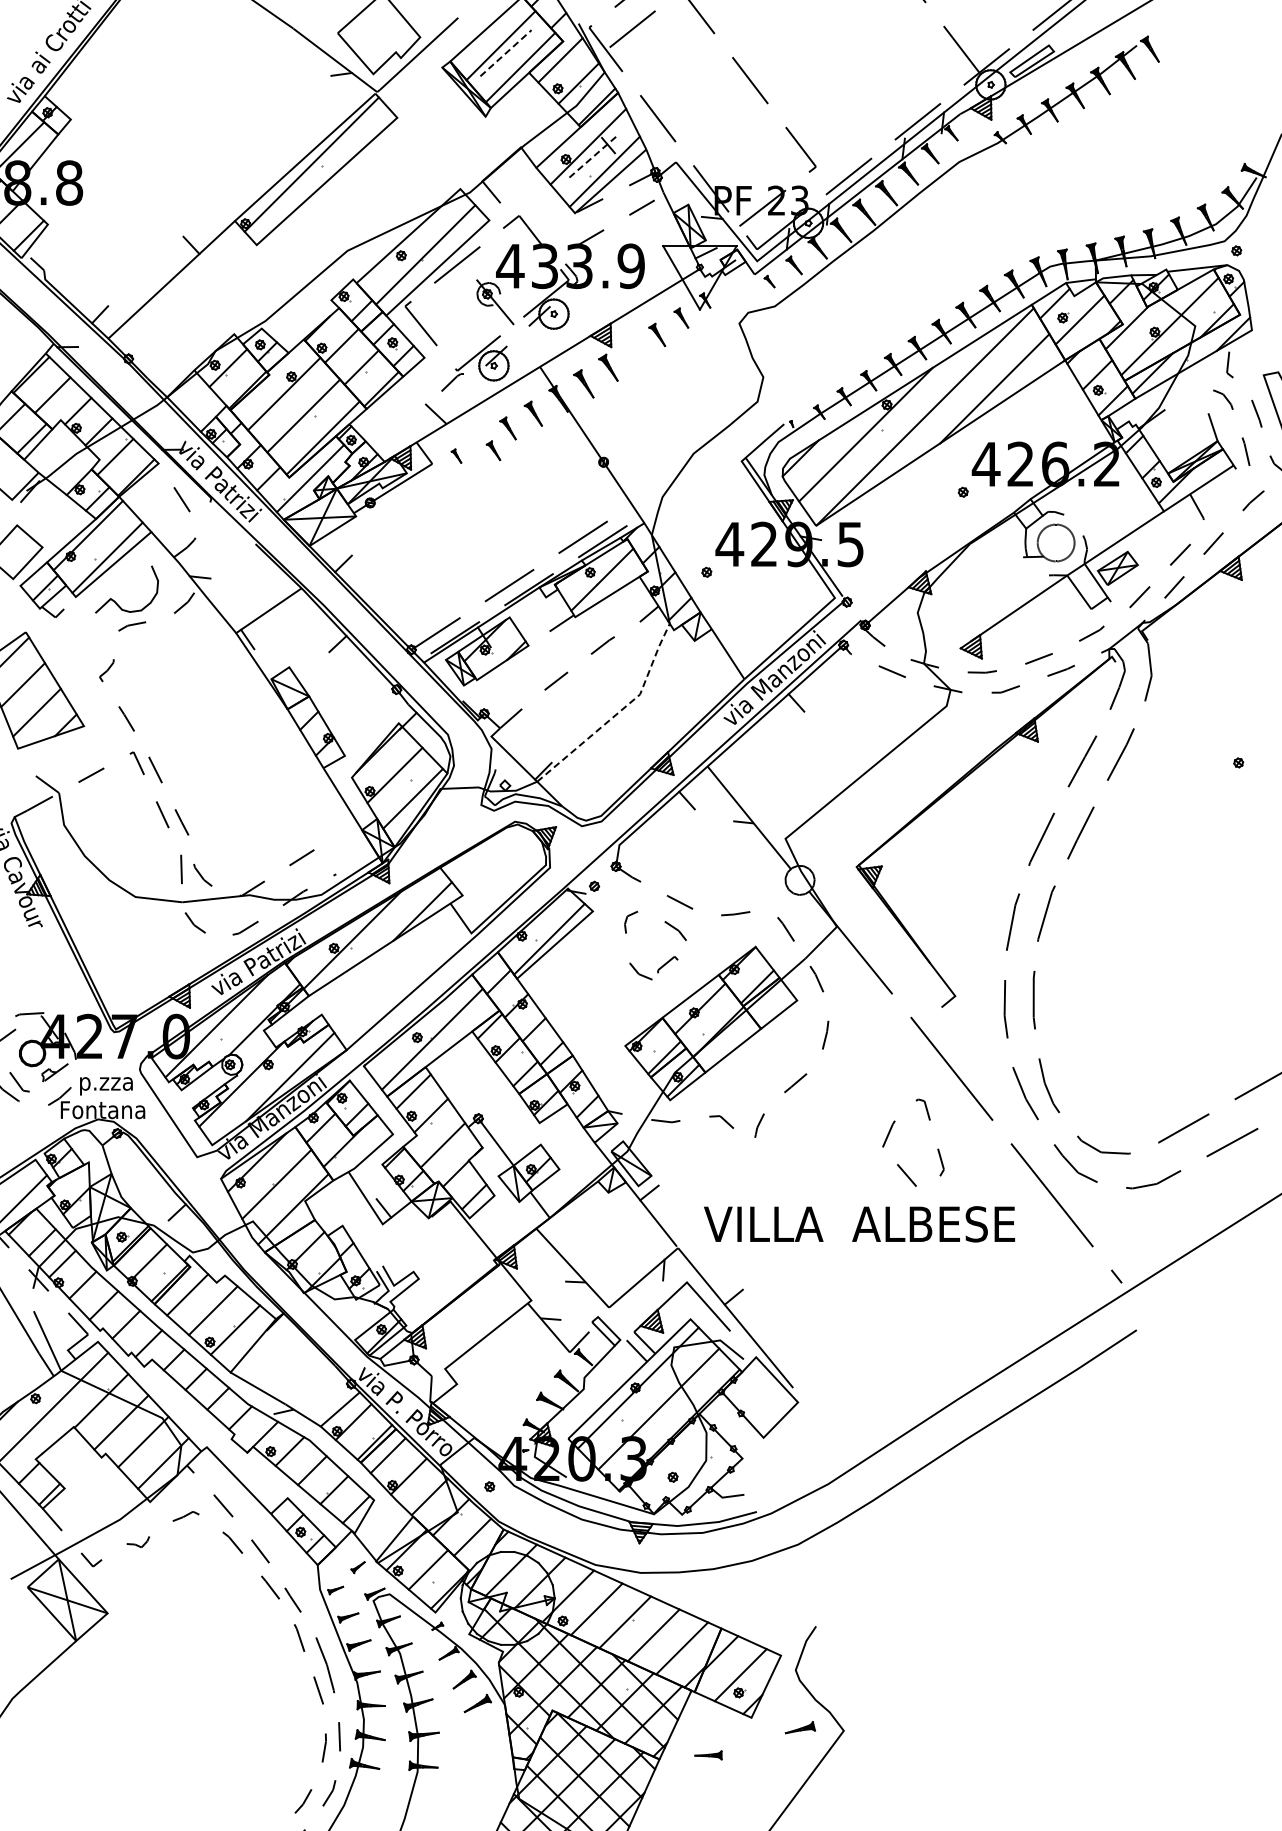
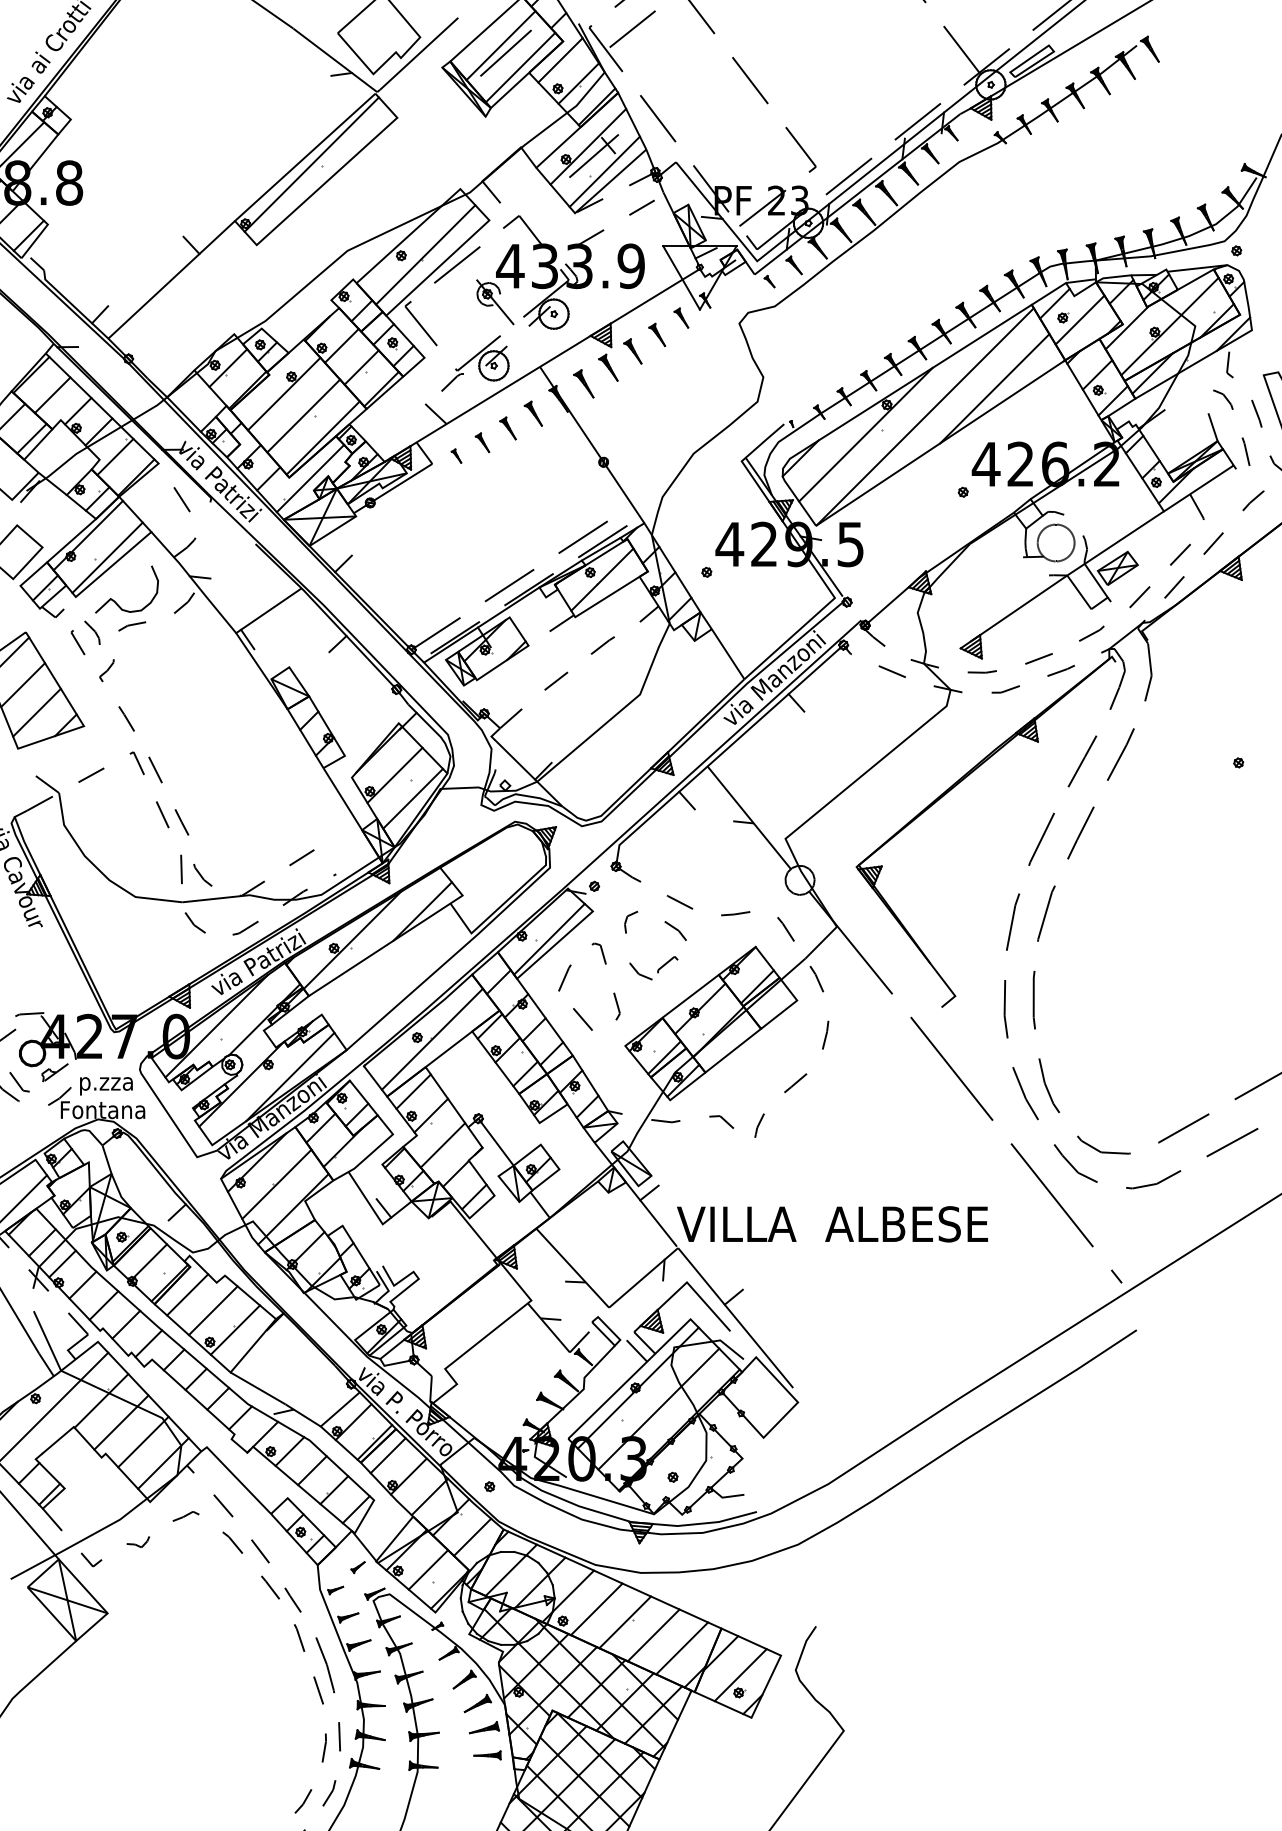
line at (506, 52): dashed -> solid
line at (594, 156): dashed -> solid
part at (632, 351): none -> present
part at (493, 450) position: (493, 450) -> (482, 442)
part at (77, 640): none -> present
line at (619, 711): dashed -> solid
part at (937, 1149) position: (937, 1149) -> (613, 993)
text at (859, 1224) position: (859, 1224) -> (832, 1224)
part at (799, 1727) position: (799, 1727) -> (483, 1727)
part at (708, 1755) position: (708, 1755) -> (487, 1755)
